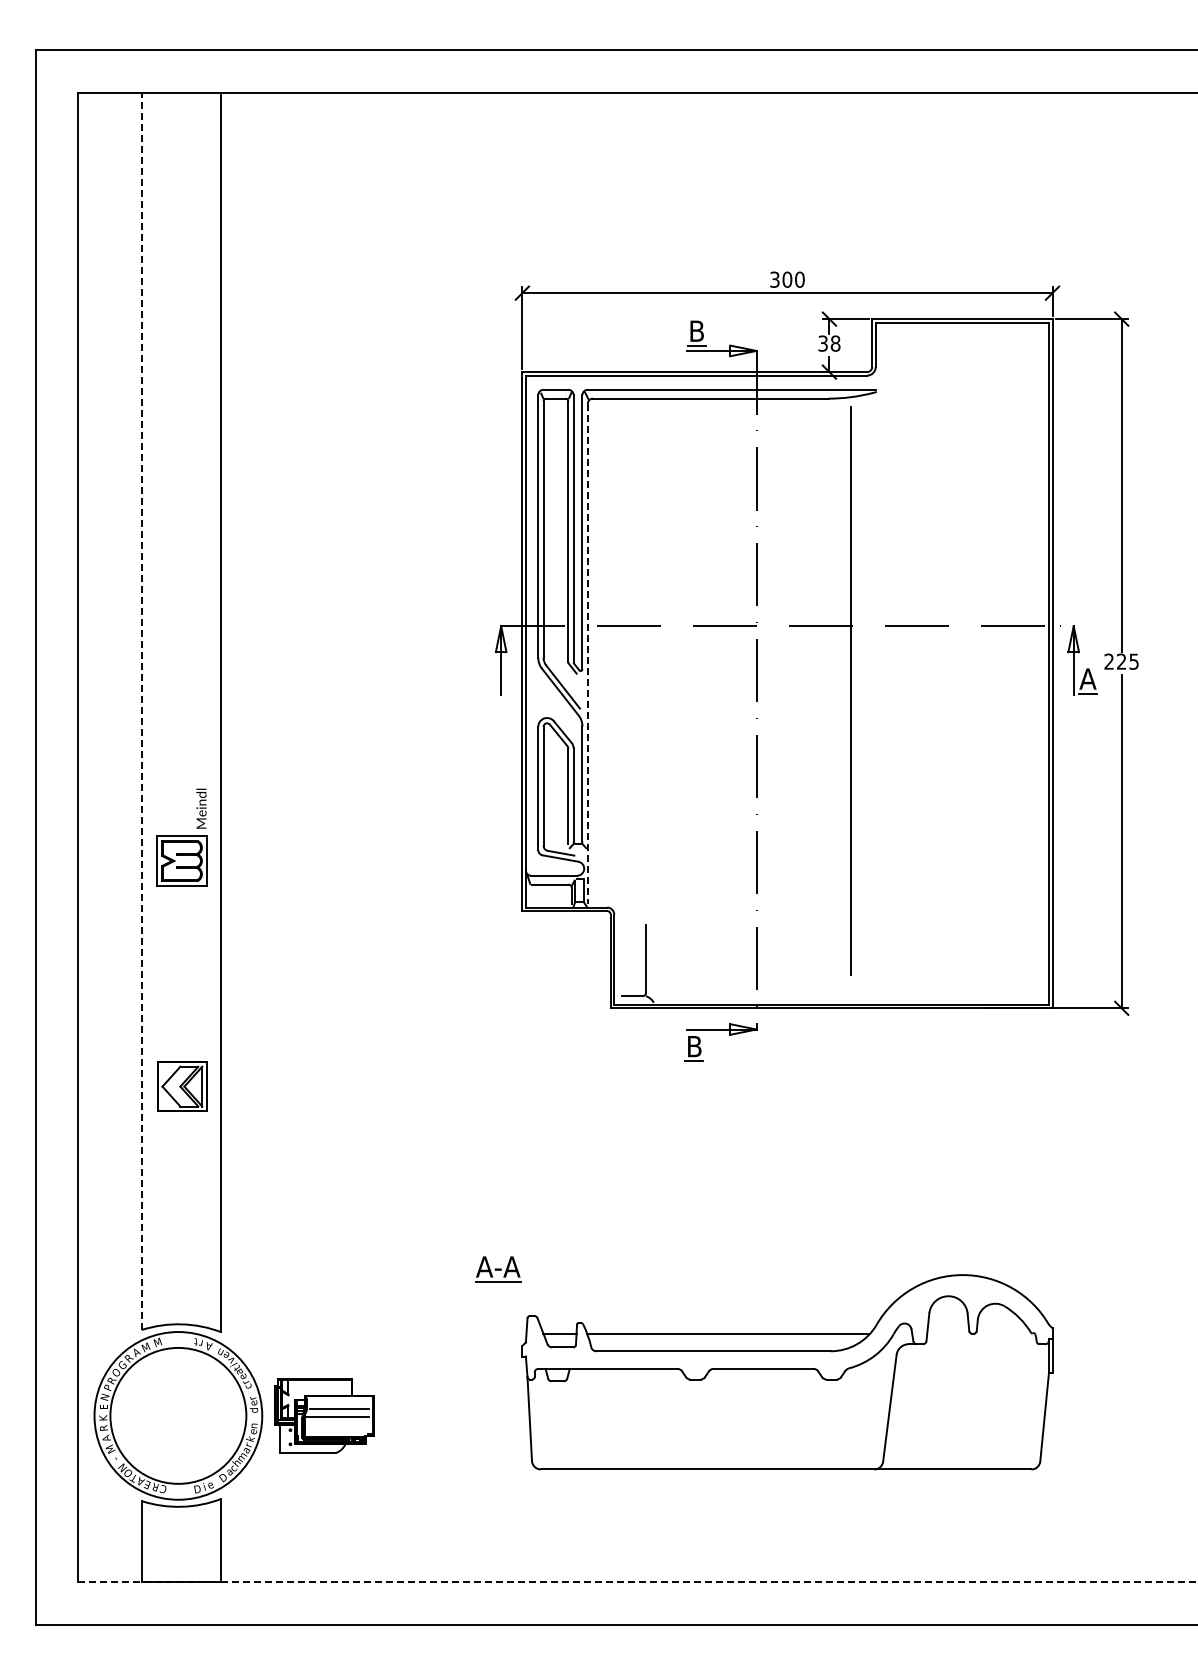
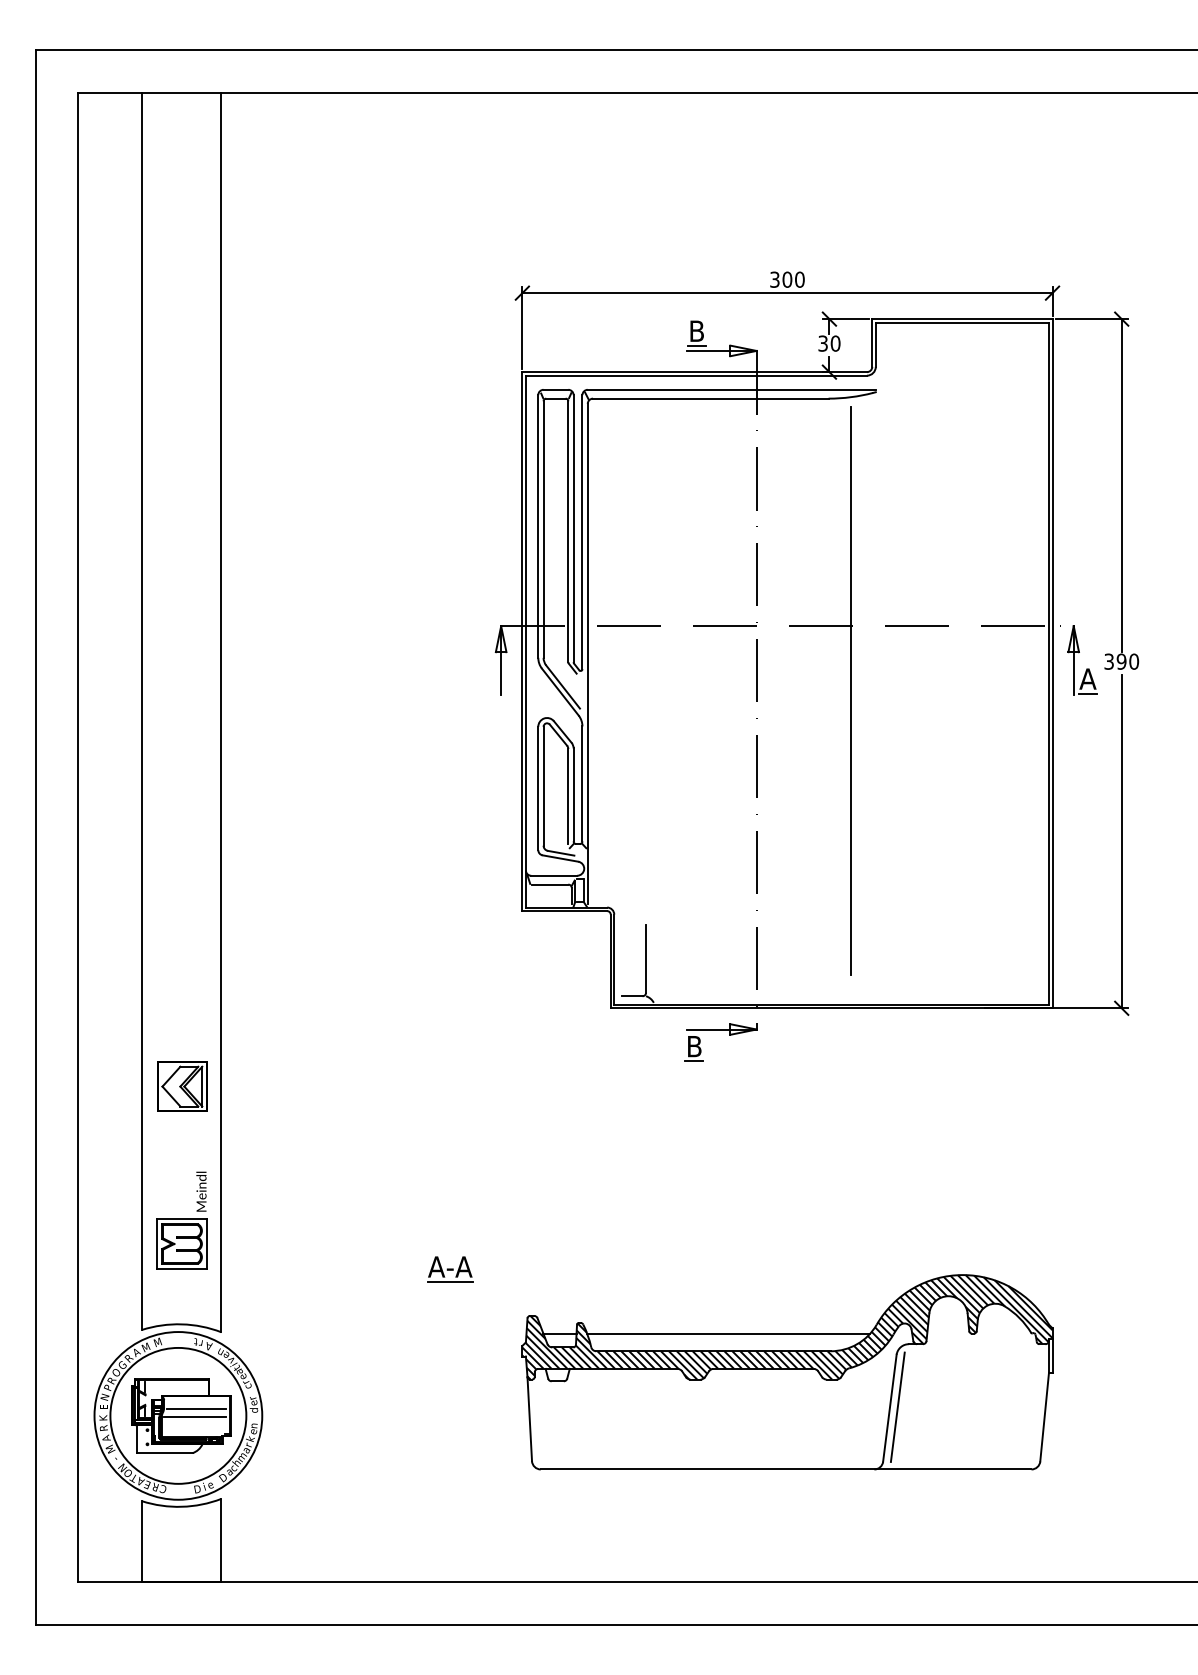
text at (835, 343): 38 -> 30
line at (587, 654): dashed -> solid
text at (1121, 661): 225 -> 390
line at (141, 711): dashed -> solid
part at (181, 837) position: (181, 837) -> (181, 1220)
part at (498, 1269) position: (498, 1269) -> (450, 1269)
hatch at (787, 1327): none -> present
line at (897, 1406): none -> present
part at (324, 1415) position: (324, 1415) -> (181, 1415)
line at (638, 1582): dashed -> solid
